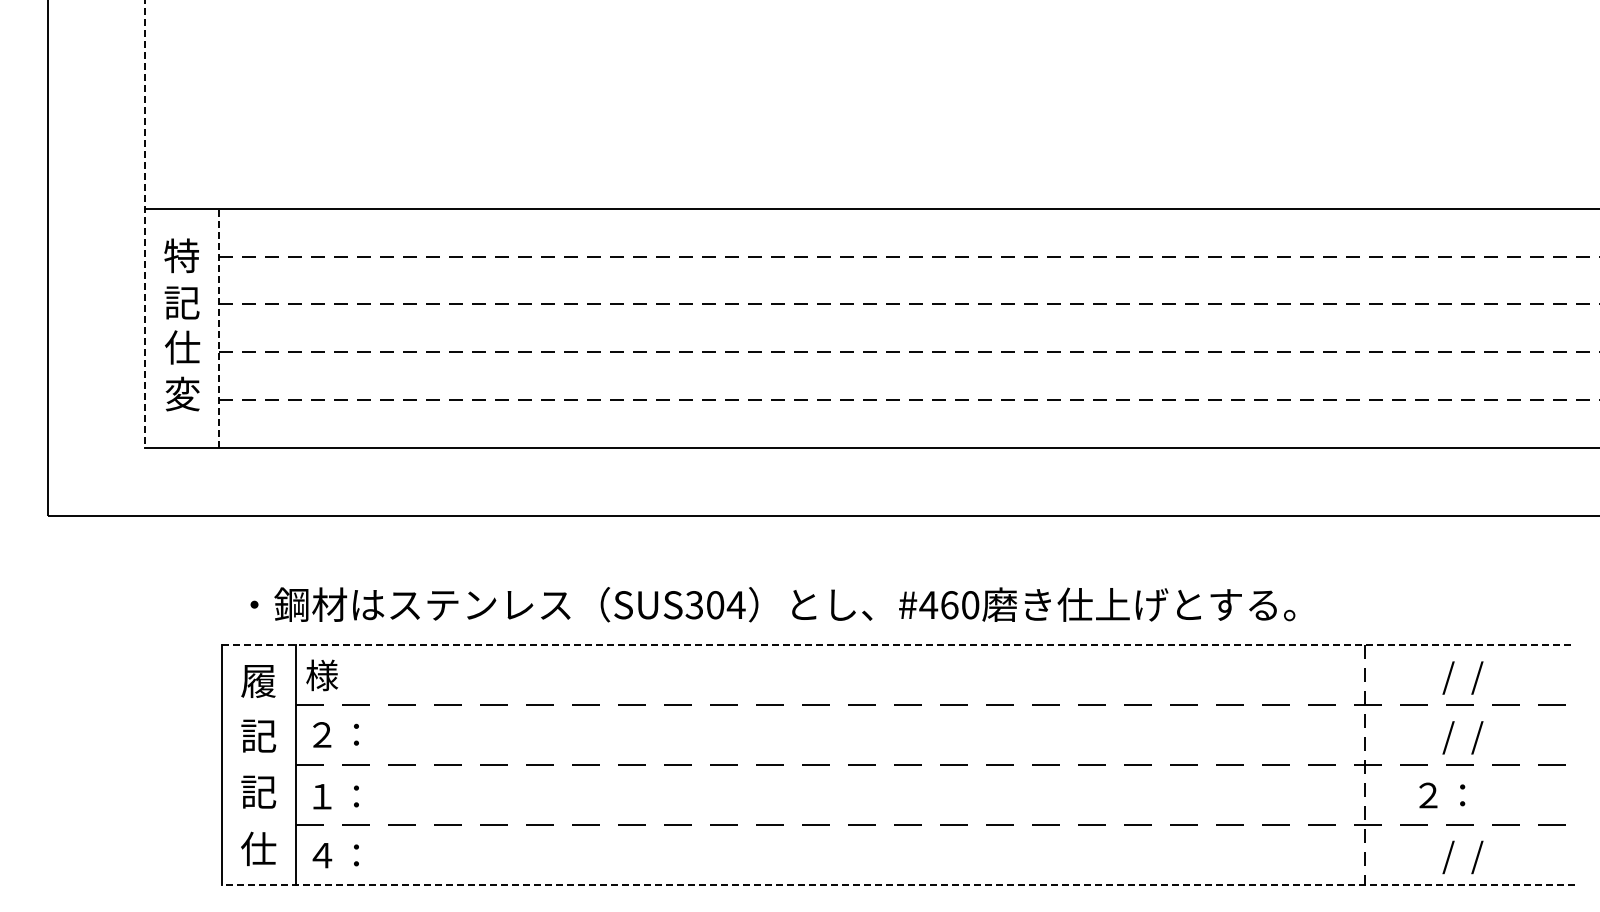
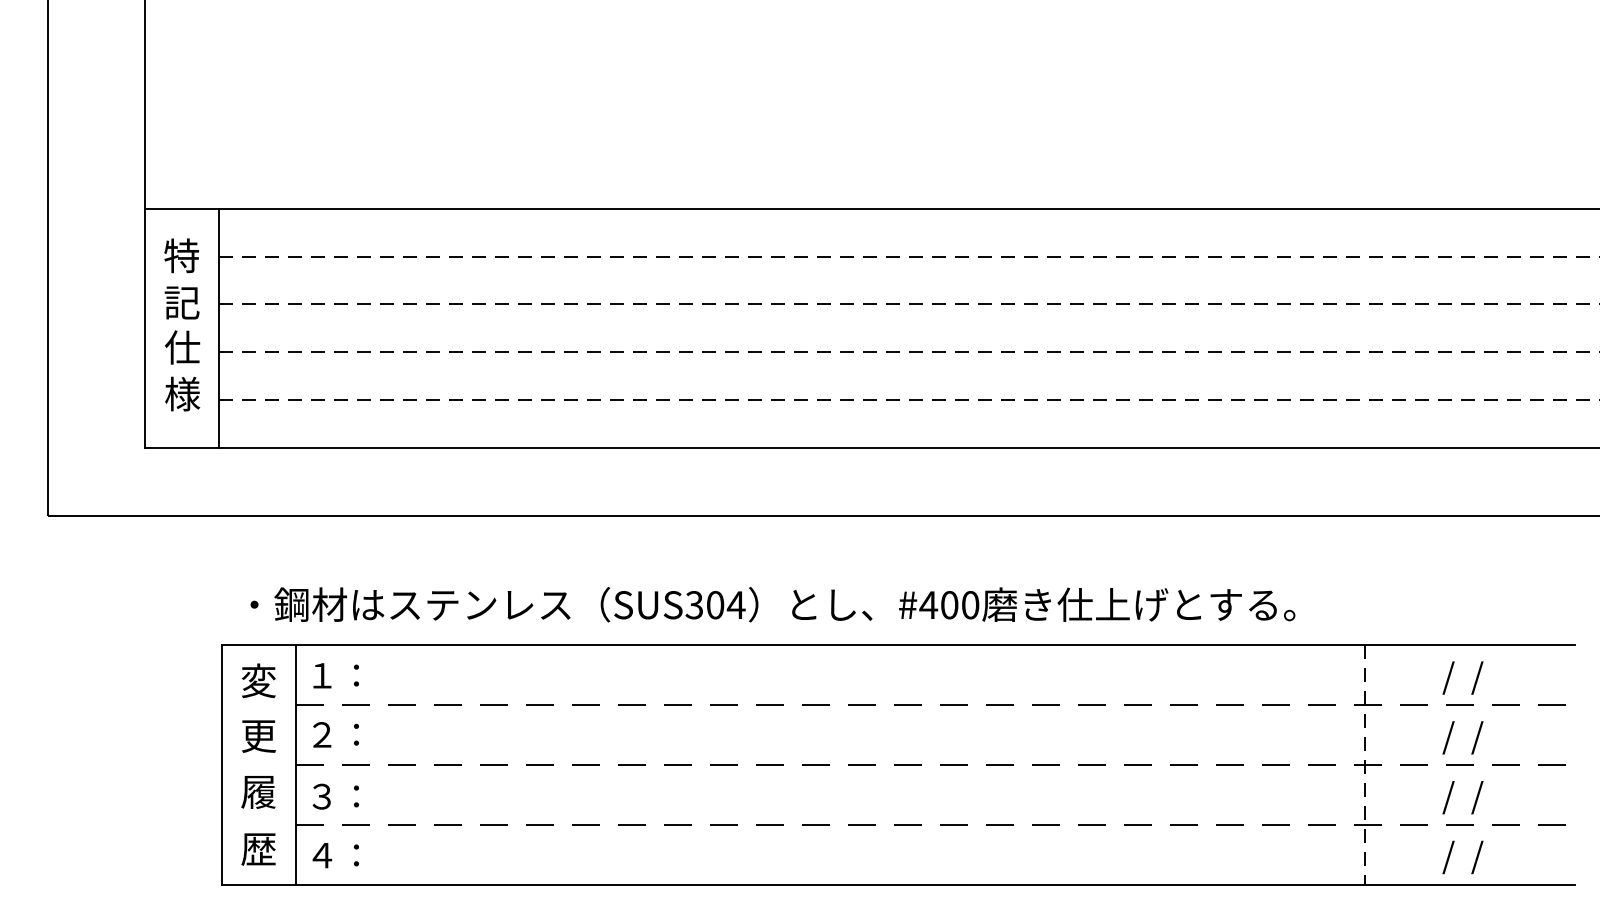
line at (144, 224): dashed -> solid
line at (219, 328): dashed -> solid
text at (182, 393): 変 -> 様
text at (949, 605): #460 -> #400
line at (898, 645): dashed -> solid
text at (332, 675): 様 -> １：
text at (258, 680): 履 -> 変
text at (258, 735): 記 -> 更
text at (258, 791): 記 -> 履
text at (321, 796): １： -> ３：
text at (1451, 797): ２： -> /  /
text at (258, 848): 仕 -> 歴
line at (898, 884): dashed -> solid
